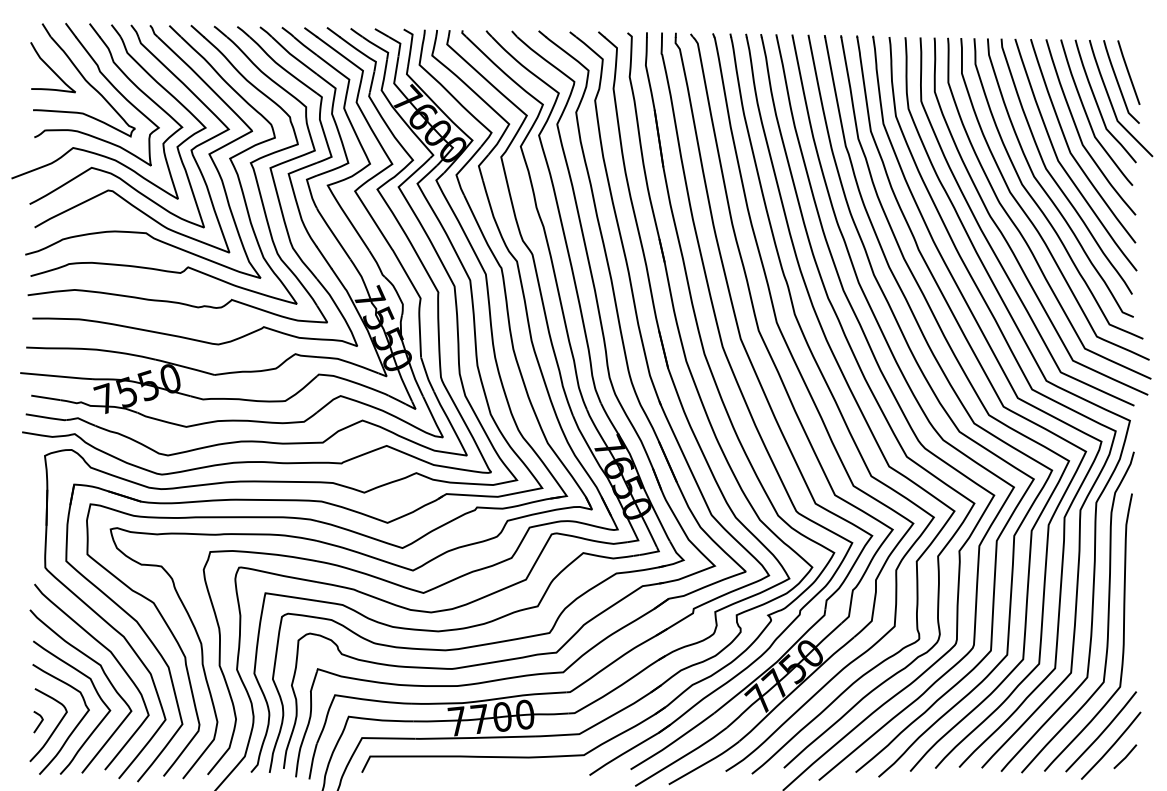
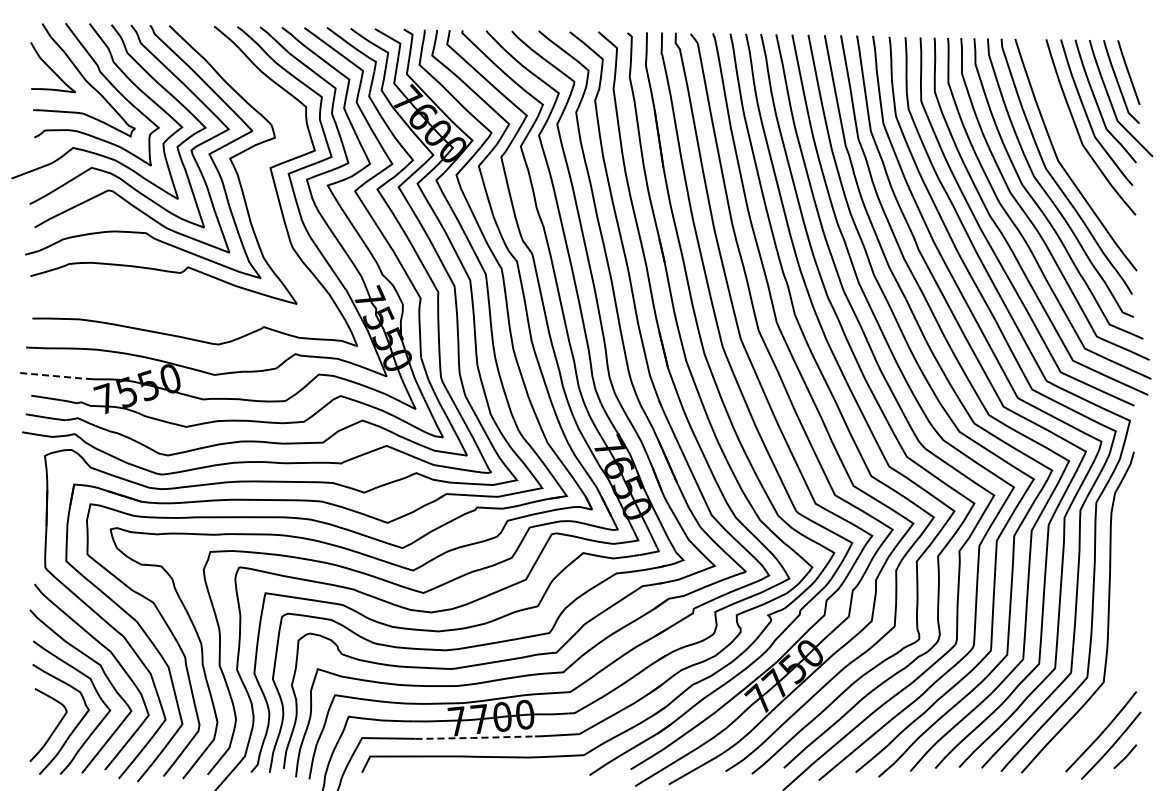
curve at (1069, 147): present -> none
part at (249, 162): present -> none
line at (57, 376): solid -> dashed
curve at (1122, 639): present -> none
curve at (39, 722): present -> none
line at (474, 737): solid -> dashed
